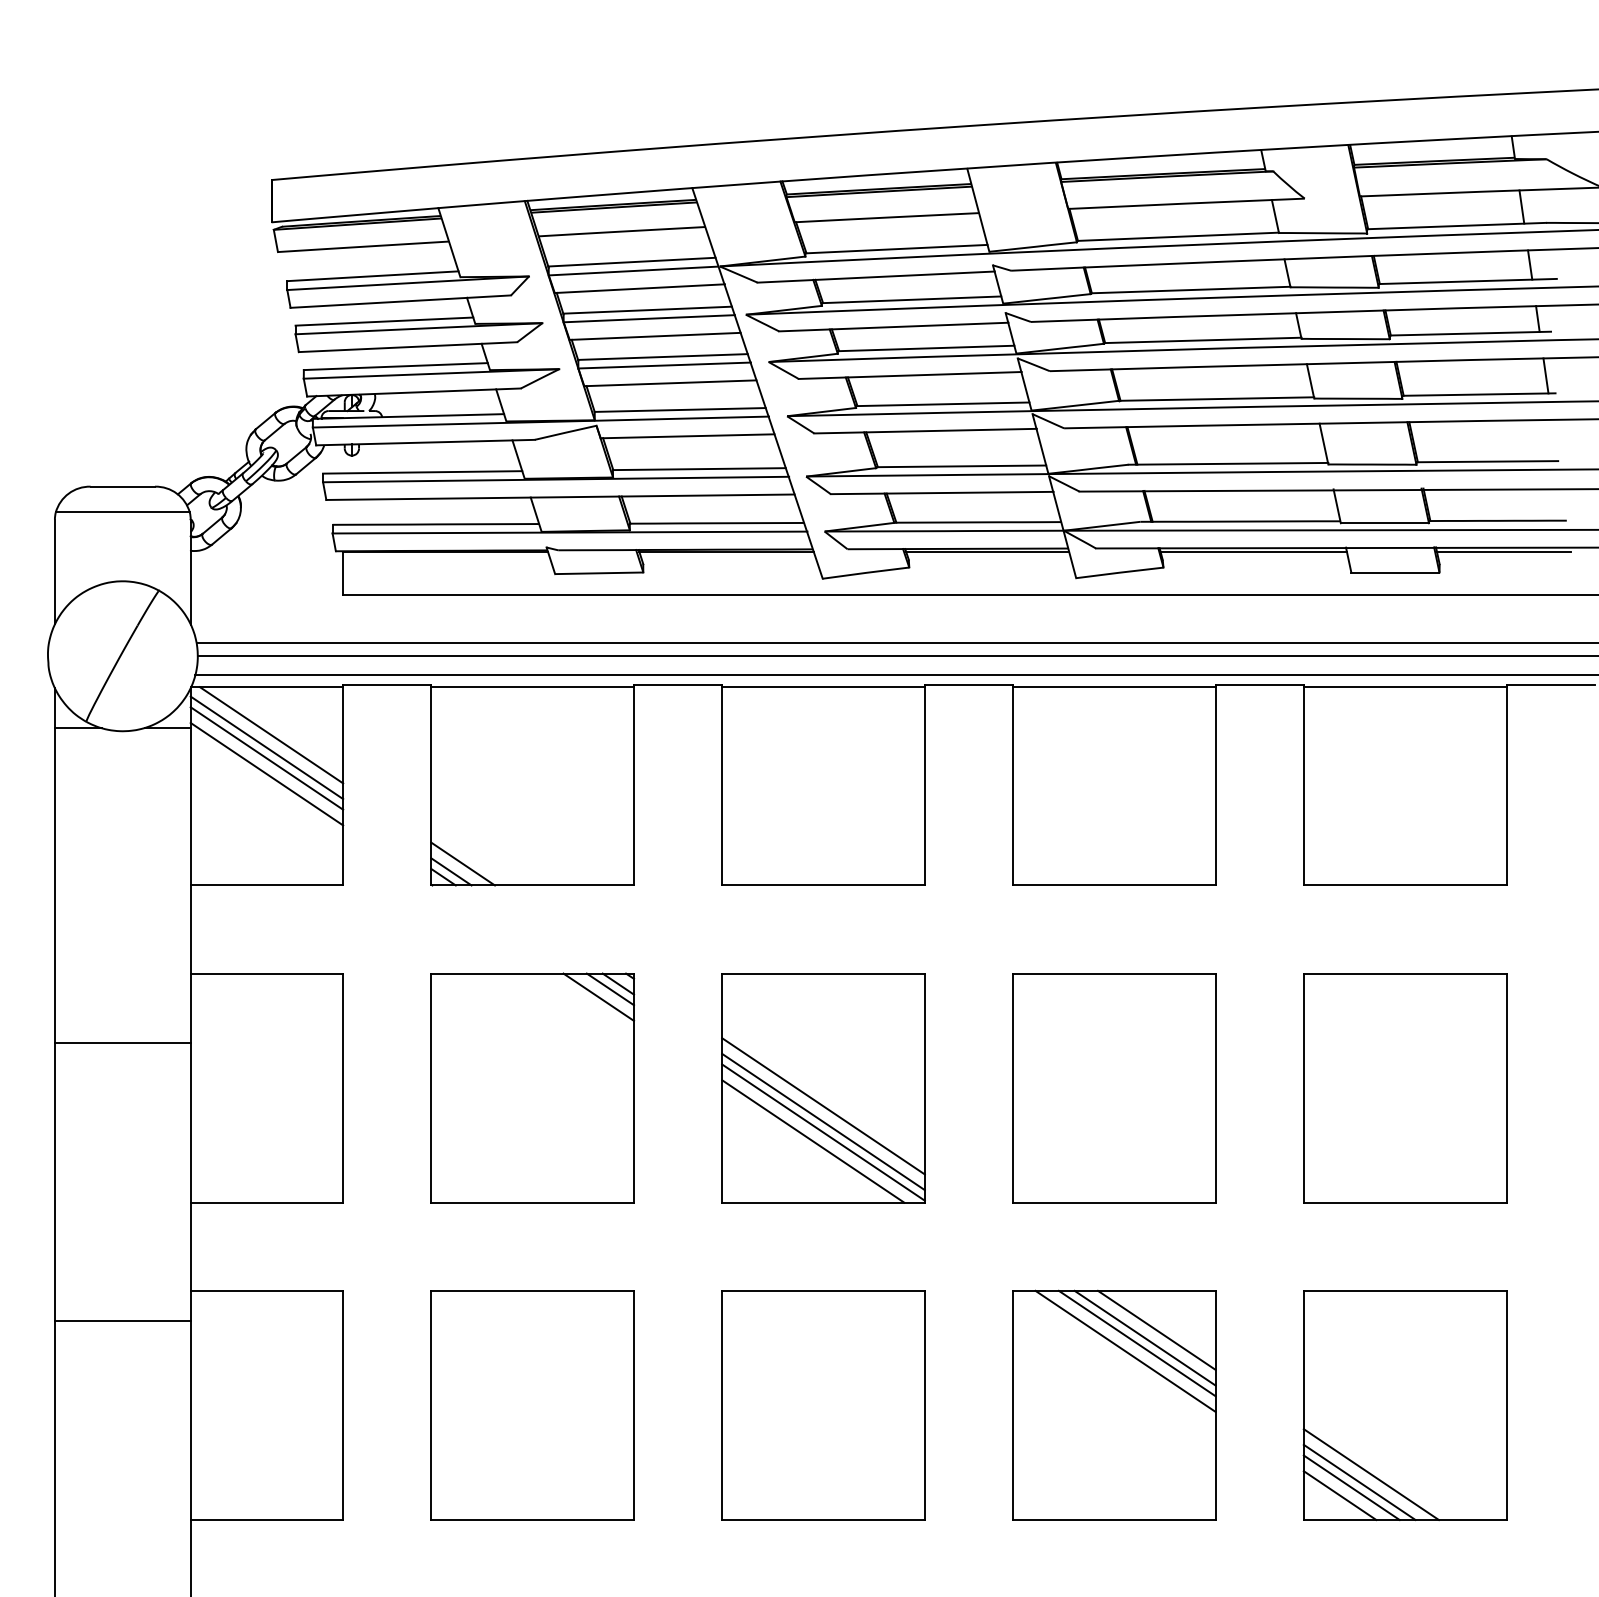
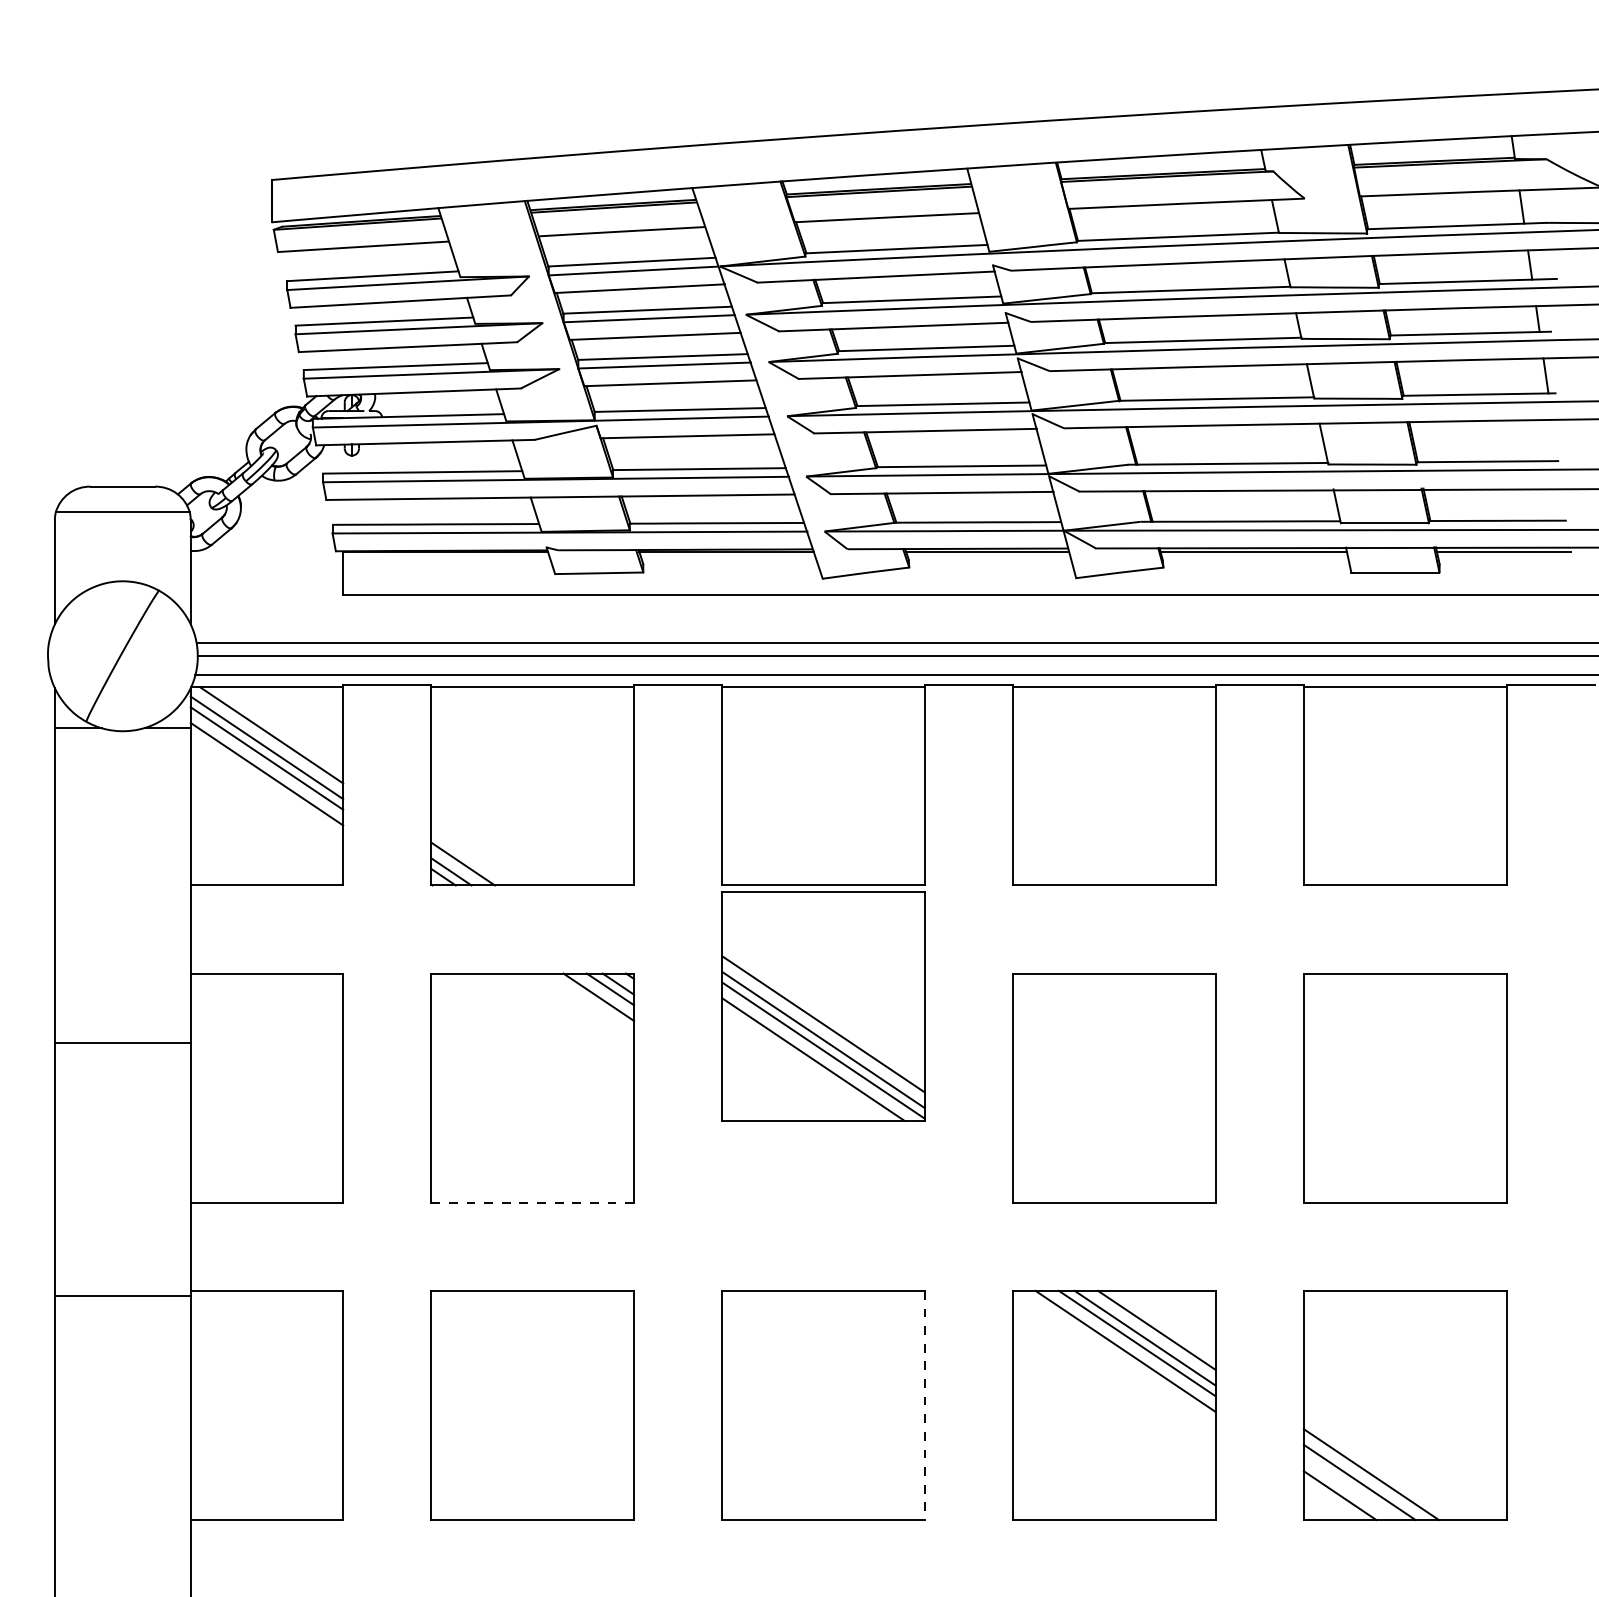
part at (823, 1088) position: (823, 1088) -> (823, 1006)
line at (533, 1202): solid -> dashed
line at (122, 1320) position: (122, 1320) -> (122, 1295)
line at (924, 1405): solid -> dashed
line at (1351, 1487): present -> none
